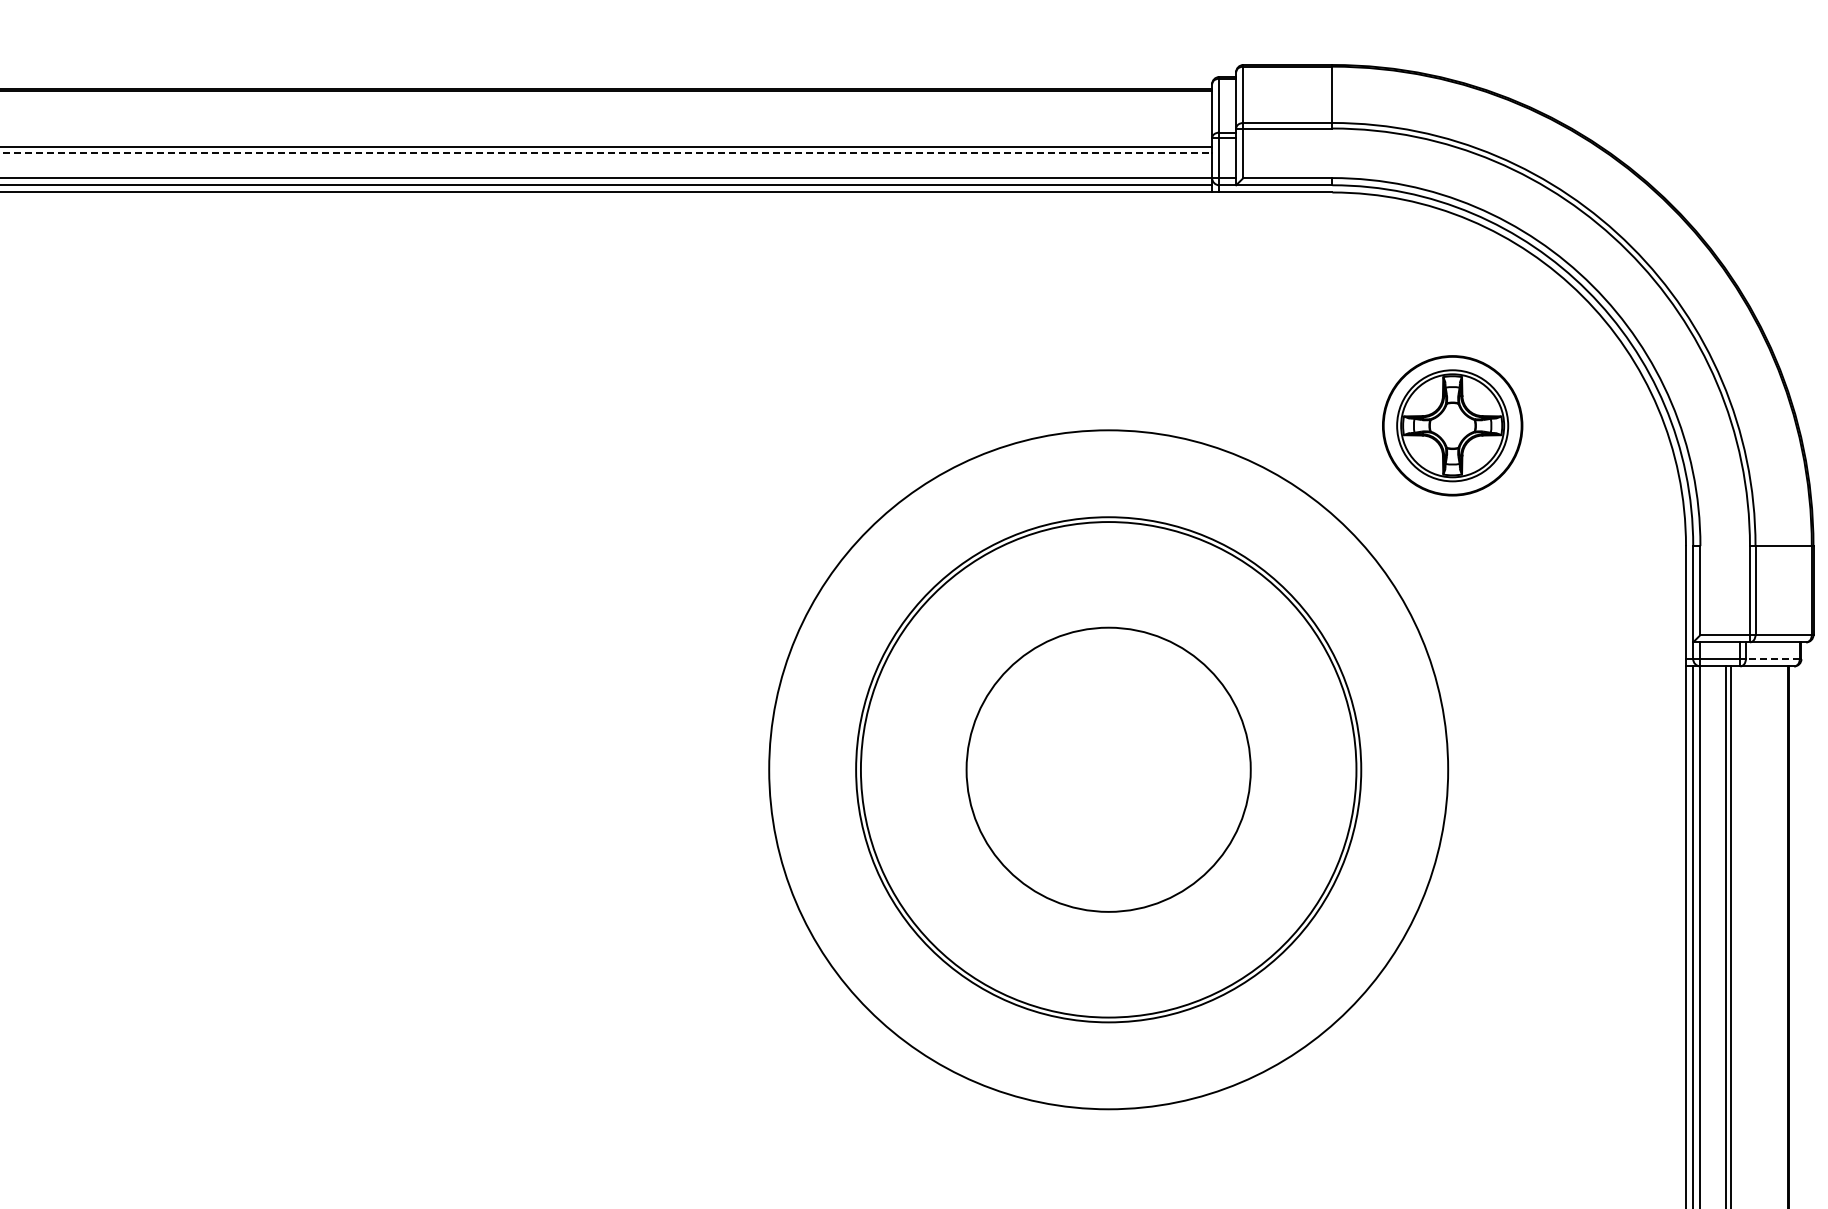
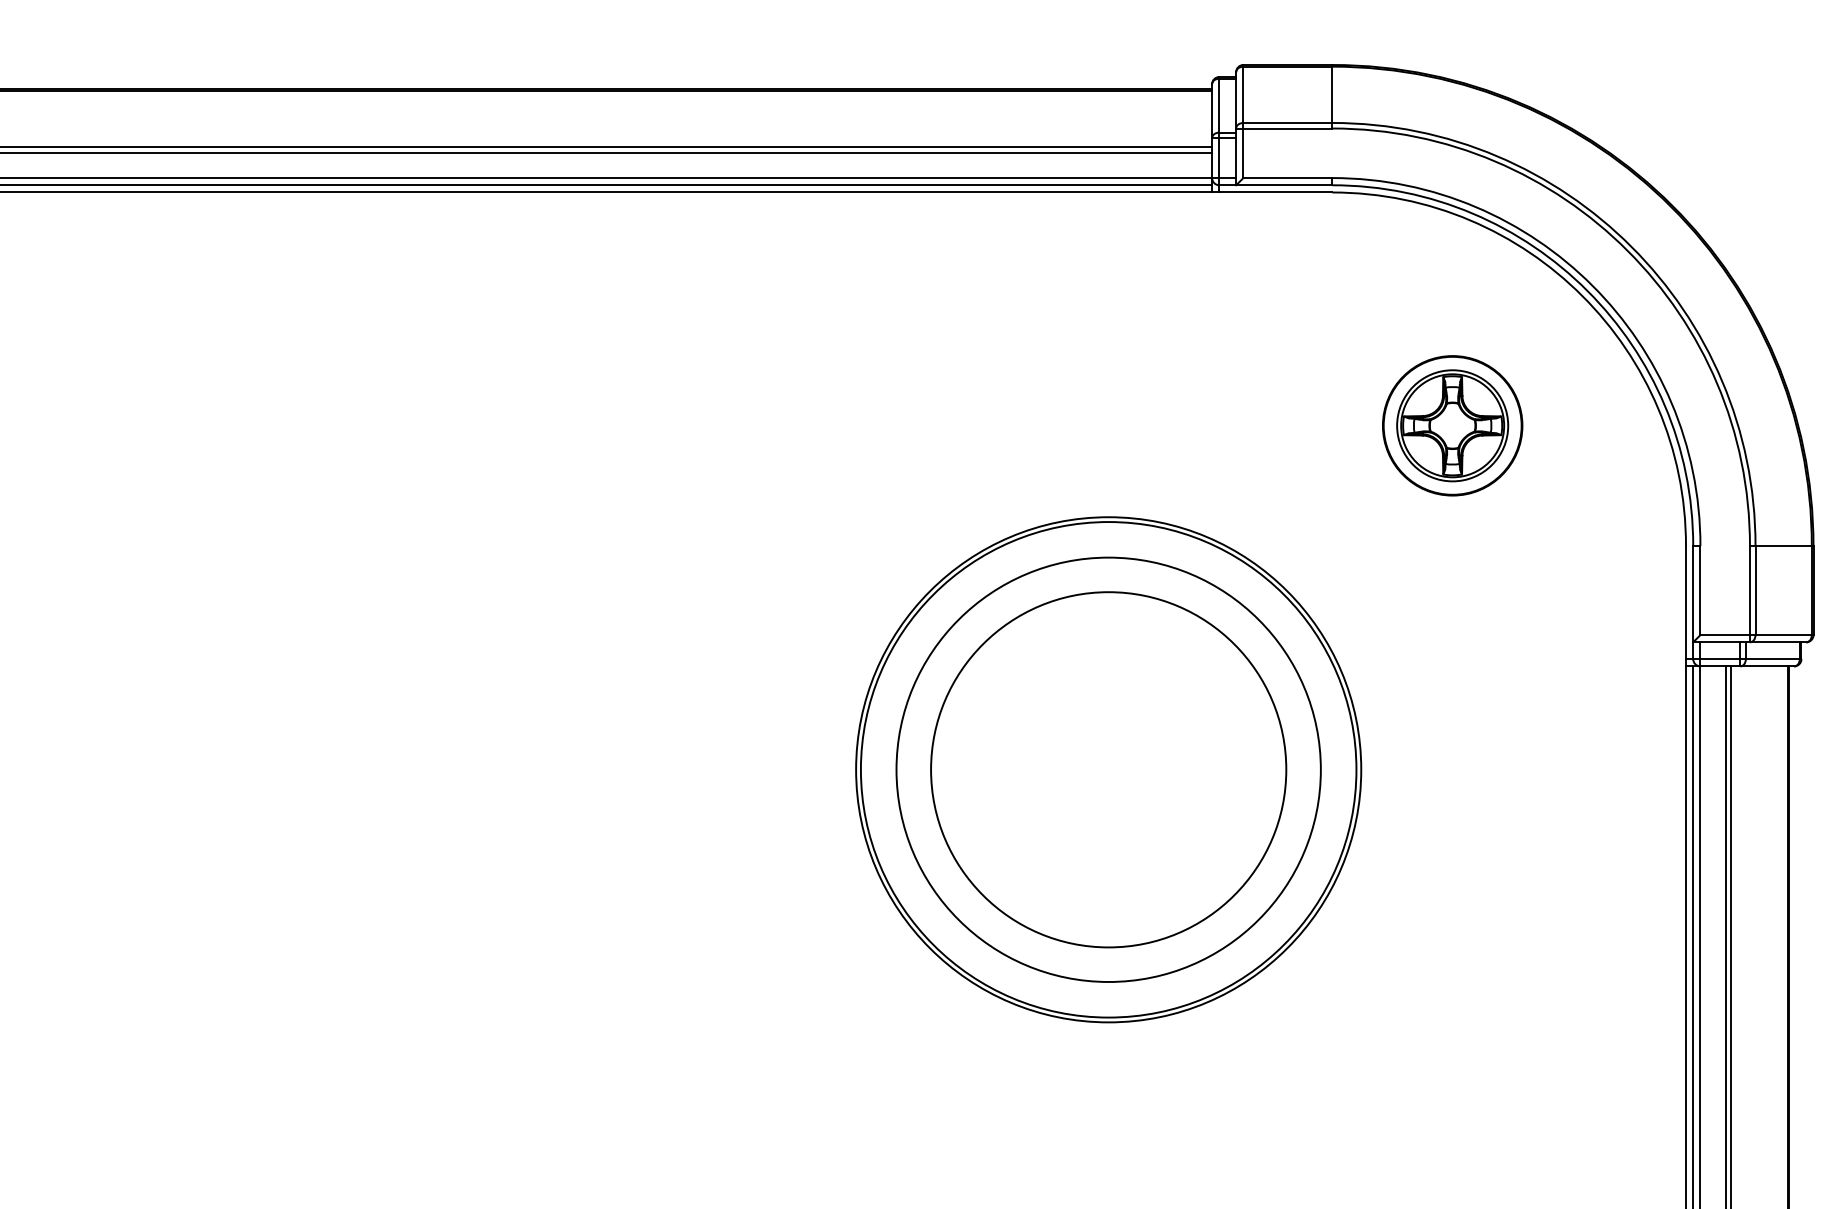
line at (606, 152): dashed -> solid
line at (1772, 659): dashed -> solid
circle at (1108, 769) diameter: 284 px -> 355 px
circle at (1108, 769) diameter: 679 px -> 424 px
